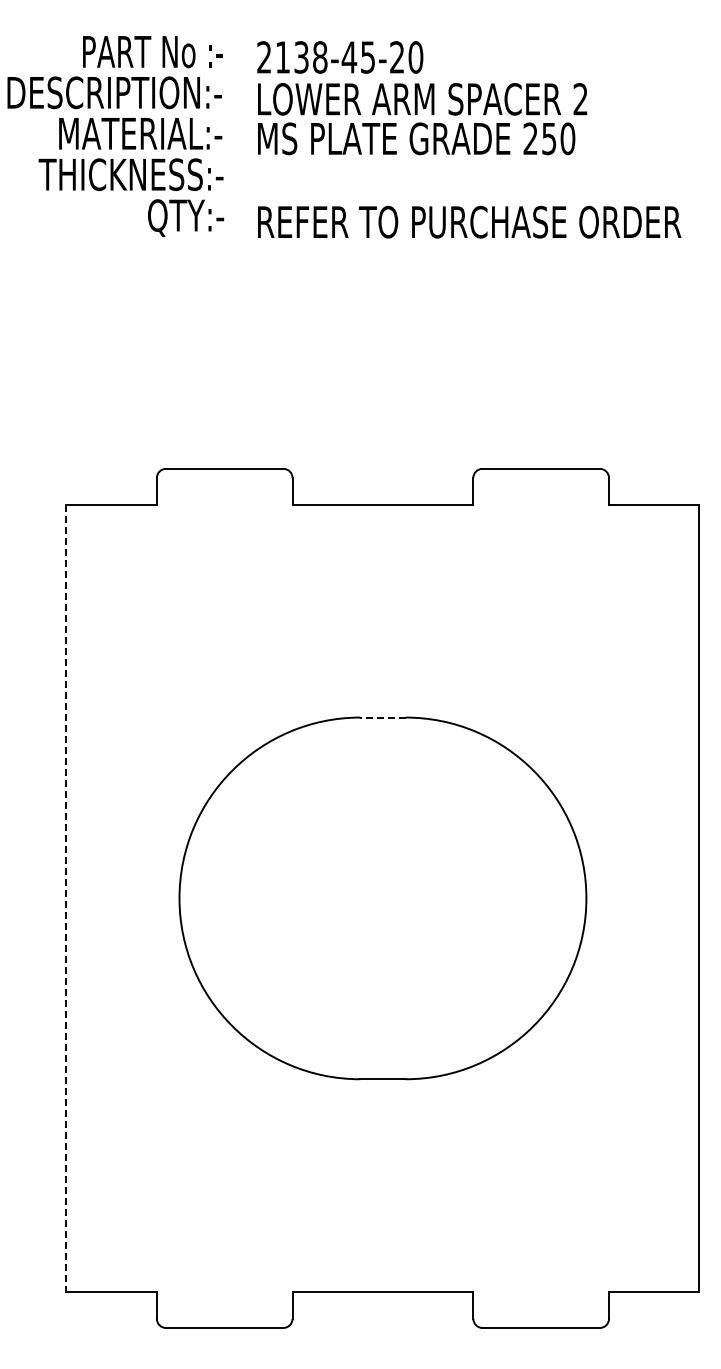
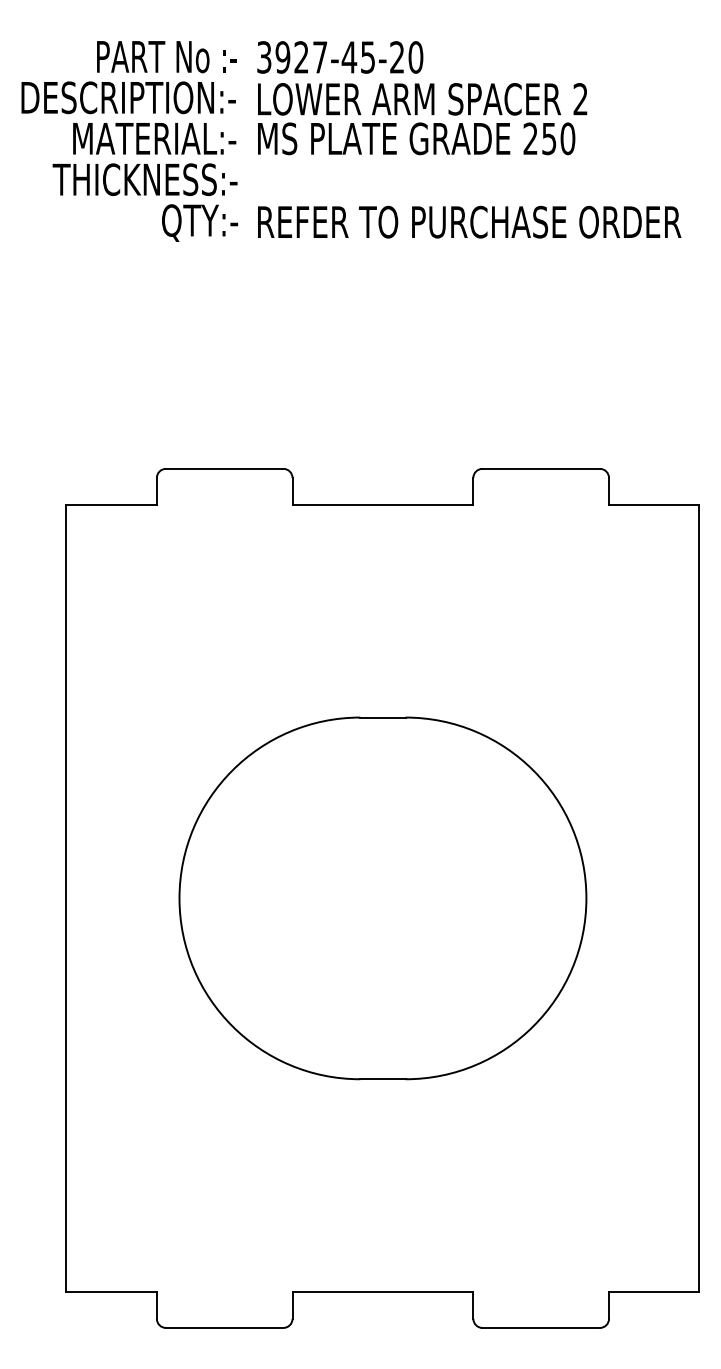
text at (292, 57): 2138-45-20 -> 3927-45-20
text at (115, 136) position: (115, 136) -> (129, 141)
line at (382, 717): dashed -> solid
line at (66, 898): dashed -> solid
